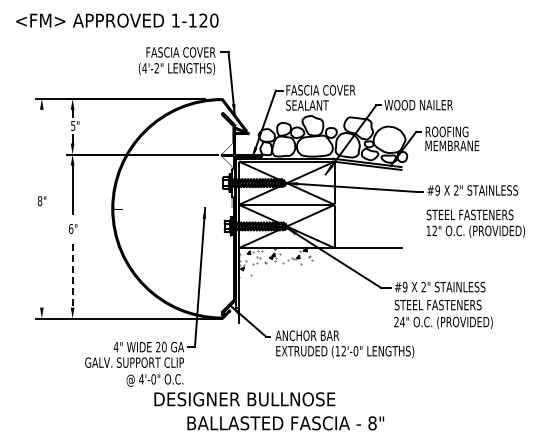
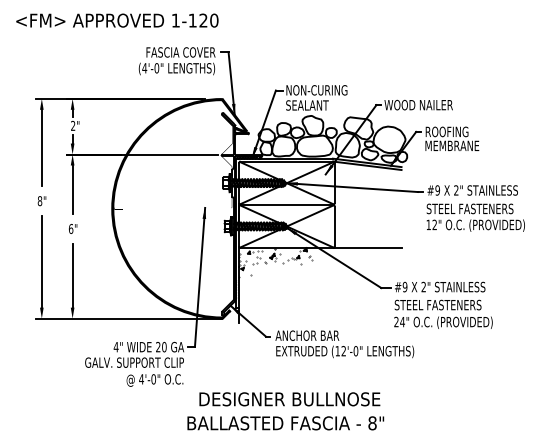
text at (156, 68): (4'-2" -> (4'-0"
text at (321, 90): FASCIA COVER -> NON-CURING
text at (73, 125): 5" -> 2"
line at (41, 147): none -> present
text at (475, 223) position: (475, 223) -> (475, 217)
line at (41, 261): none -> present
line at (72, 275): dashed -> solid
text at (244, 399) position: (244, 399) -> (289, 399)
